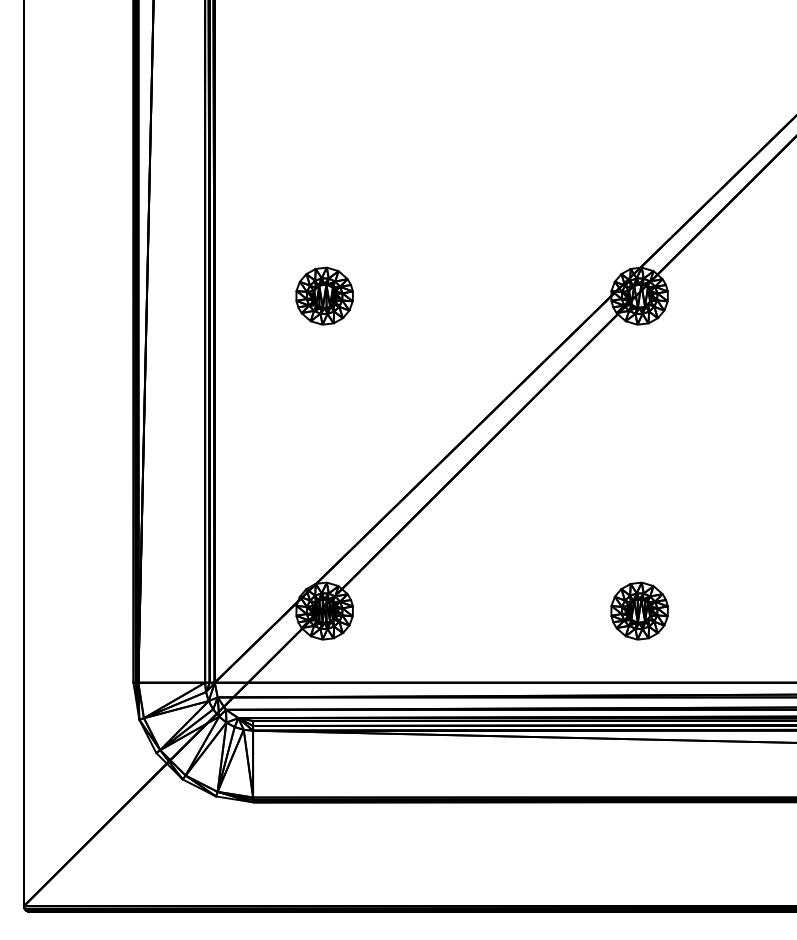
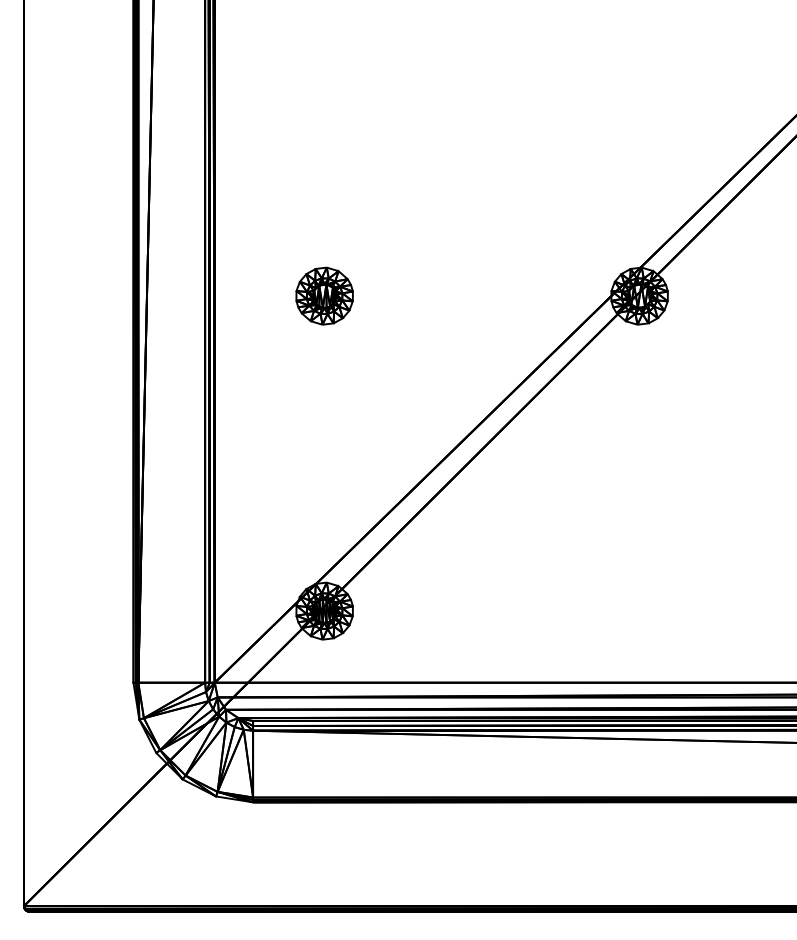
part at (639, 610): present -> none
